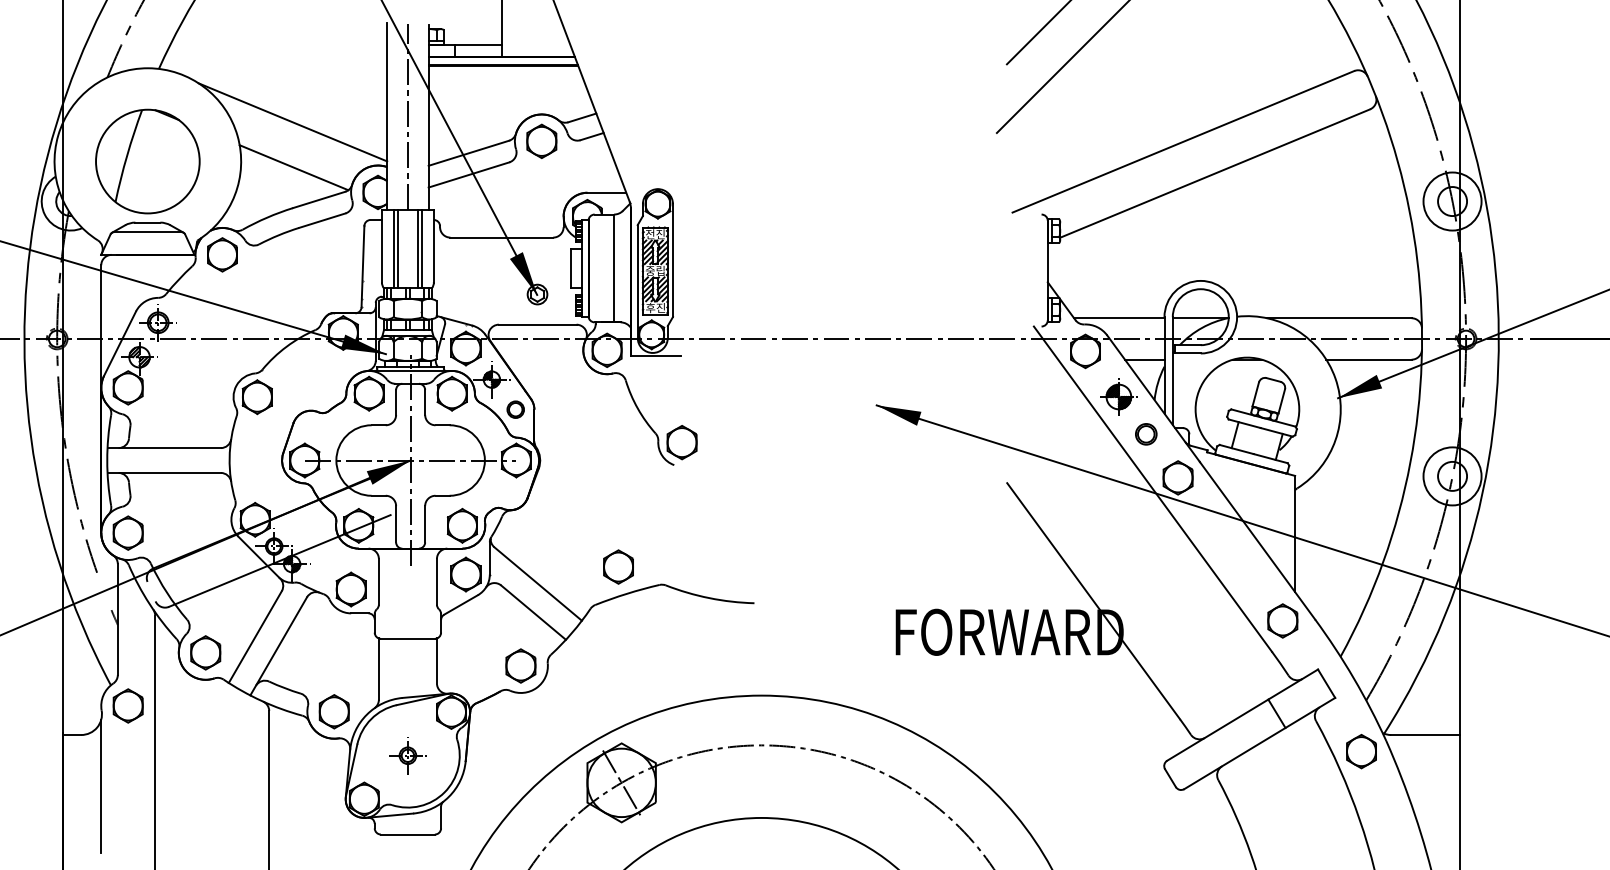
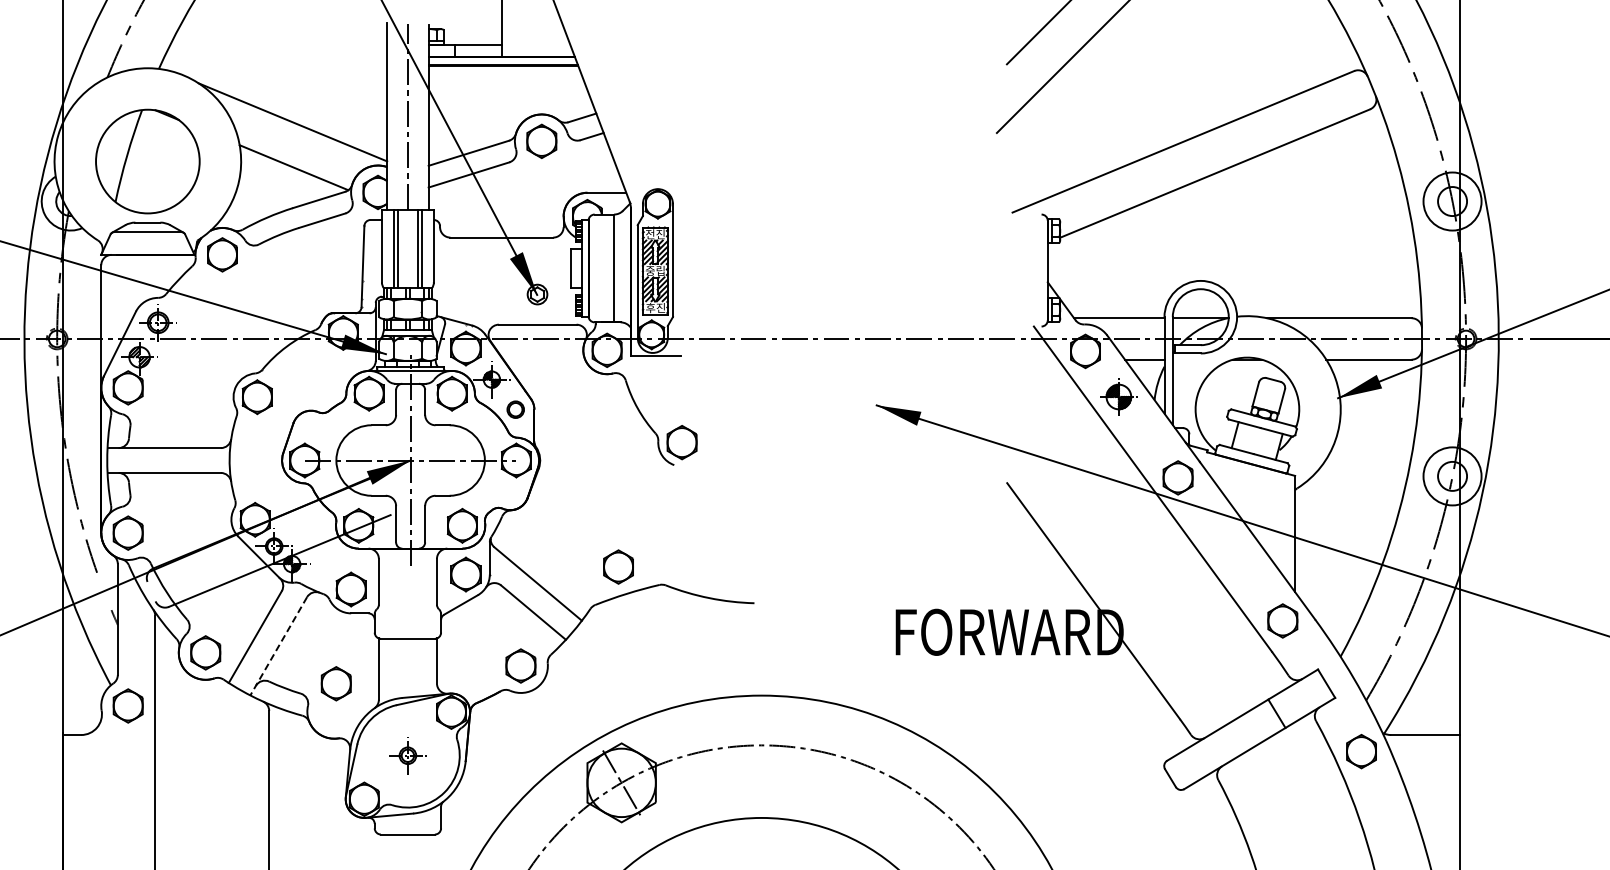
part at (1146, 434): present -> none
line at (278, 646): solid -> dashed
part at (333, 711) position: (333, 711) -> (335, 683)
line at (101, 785): present -> none
